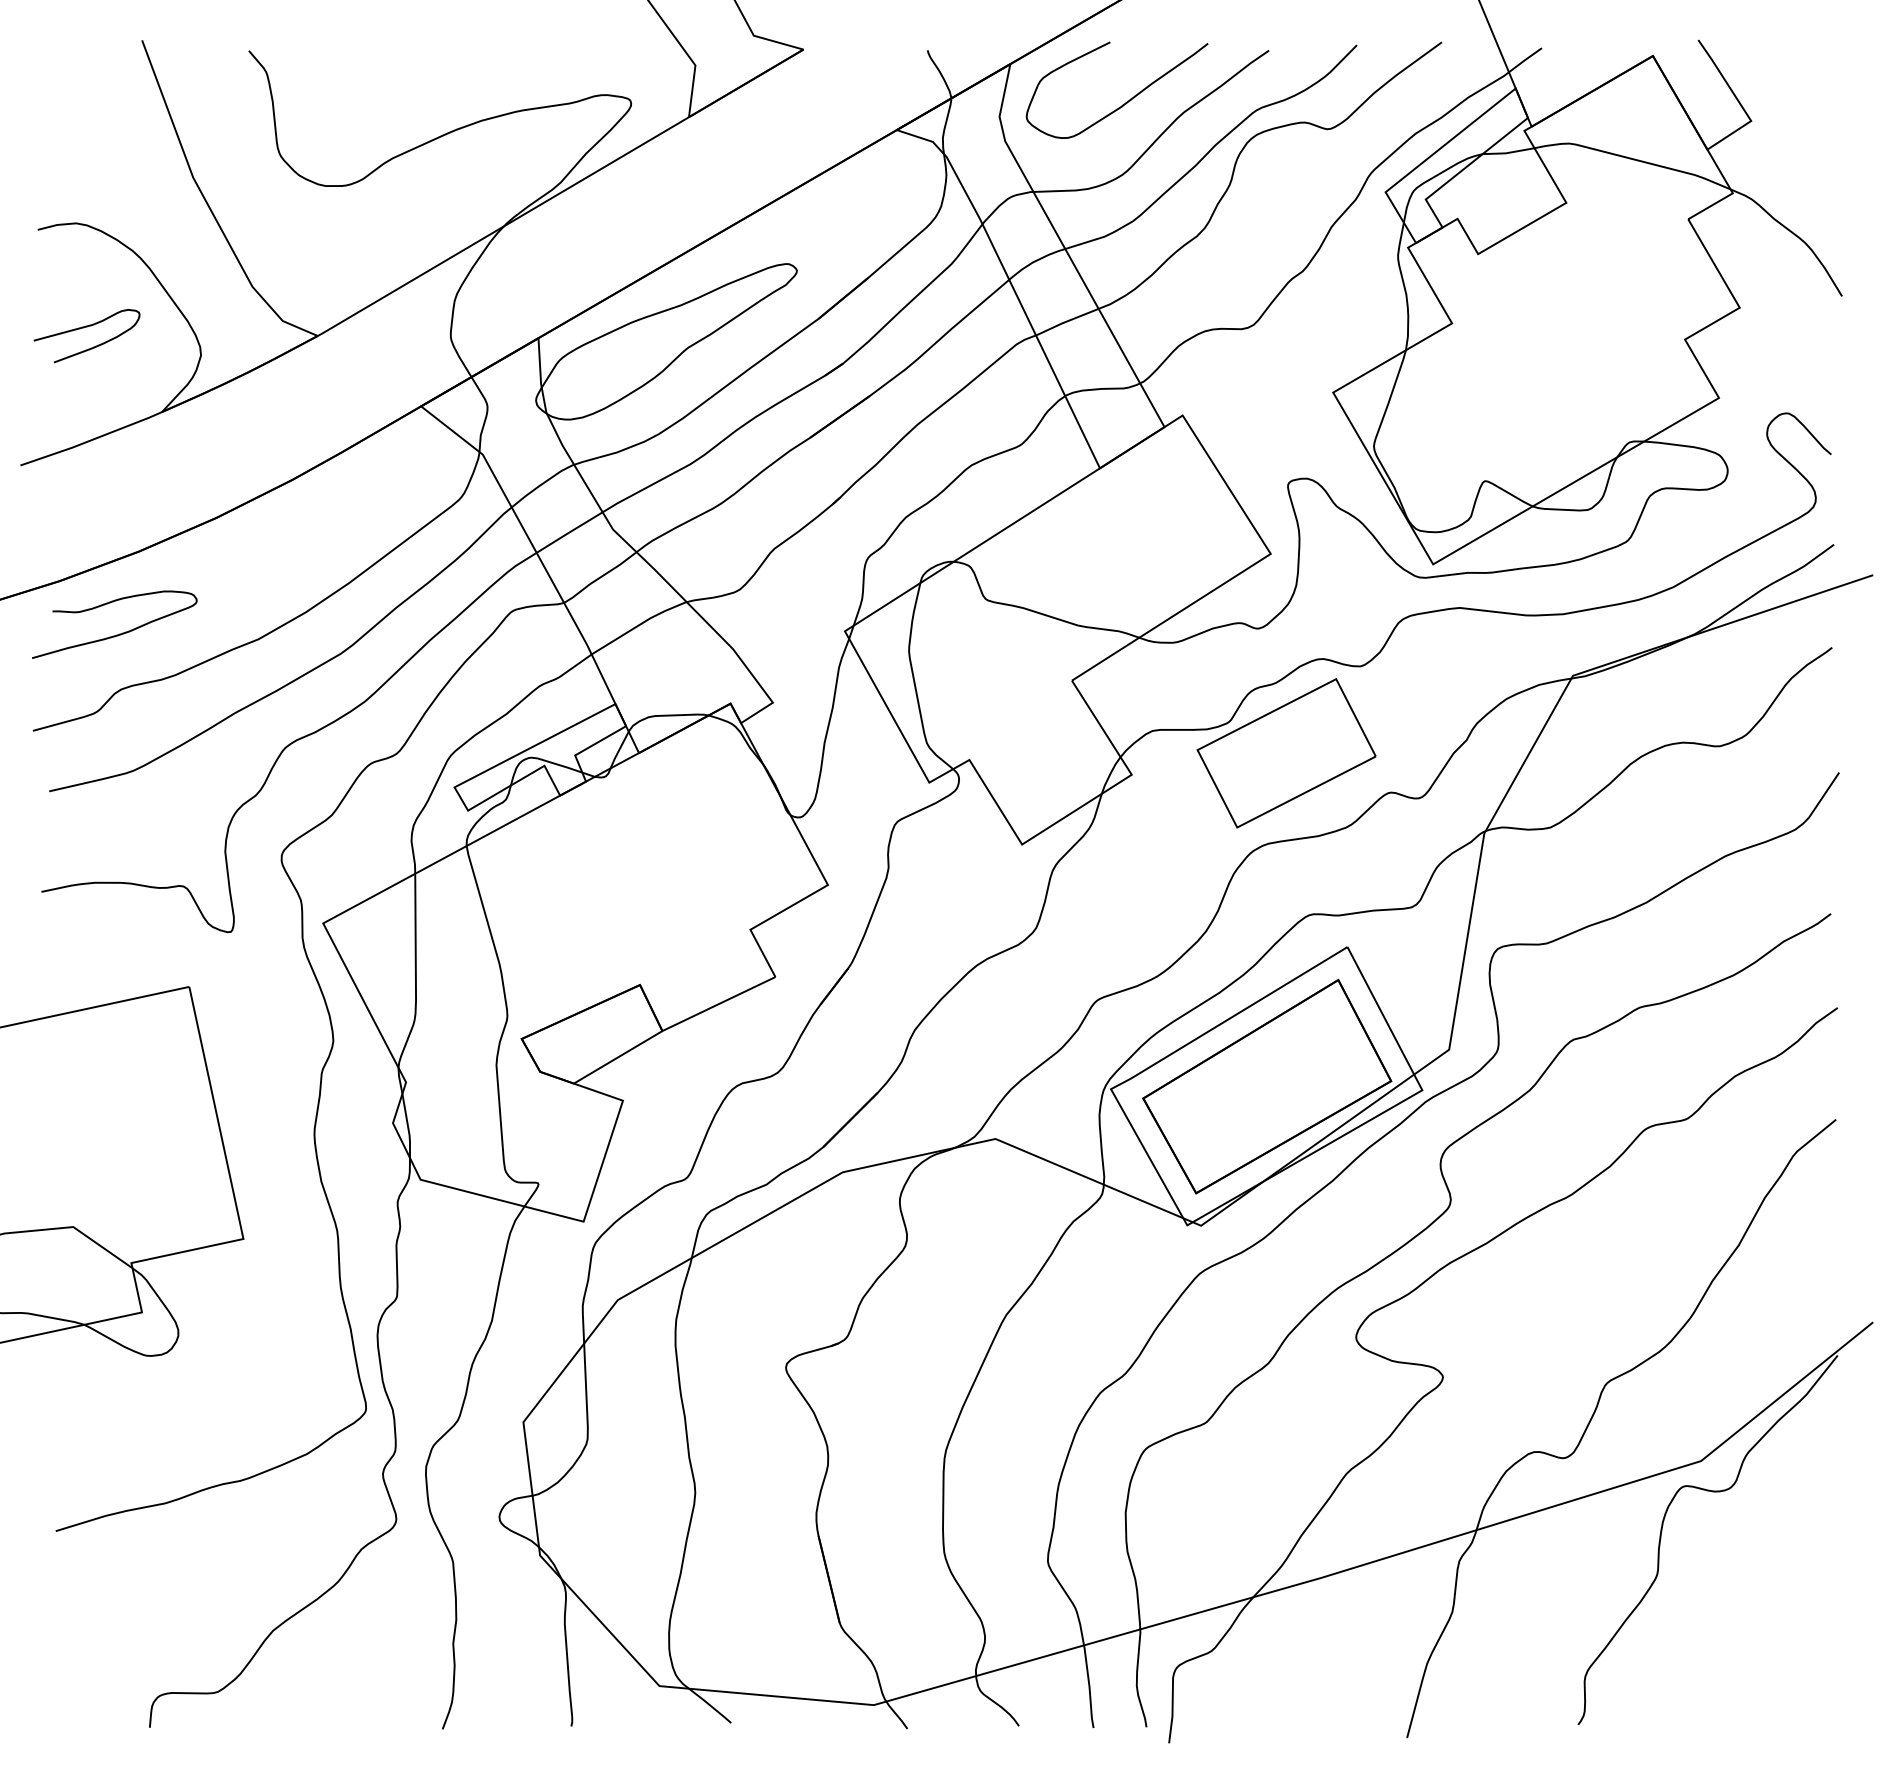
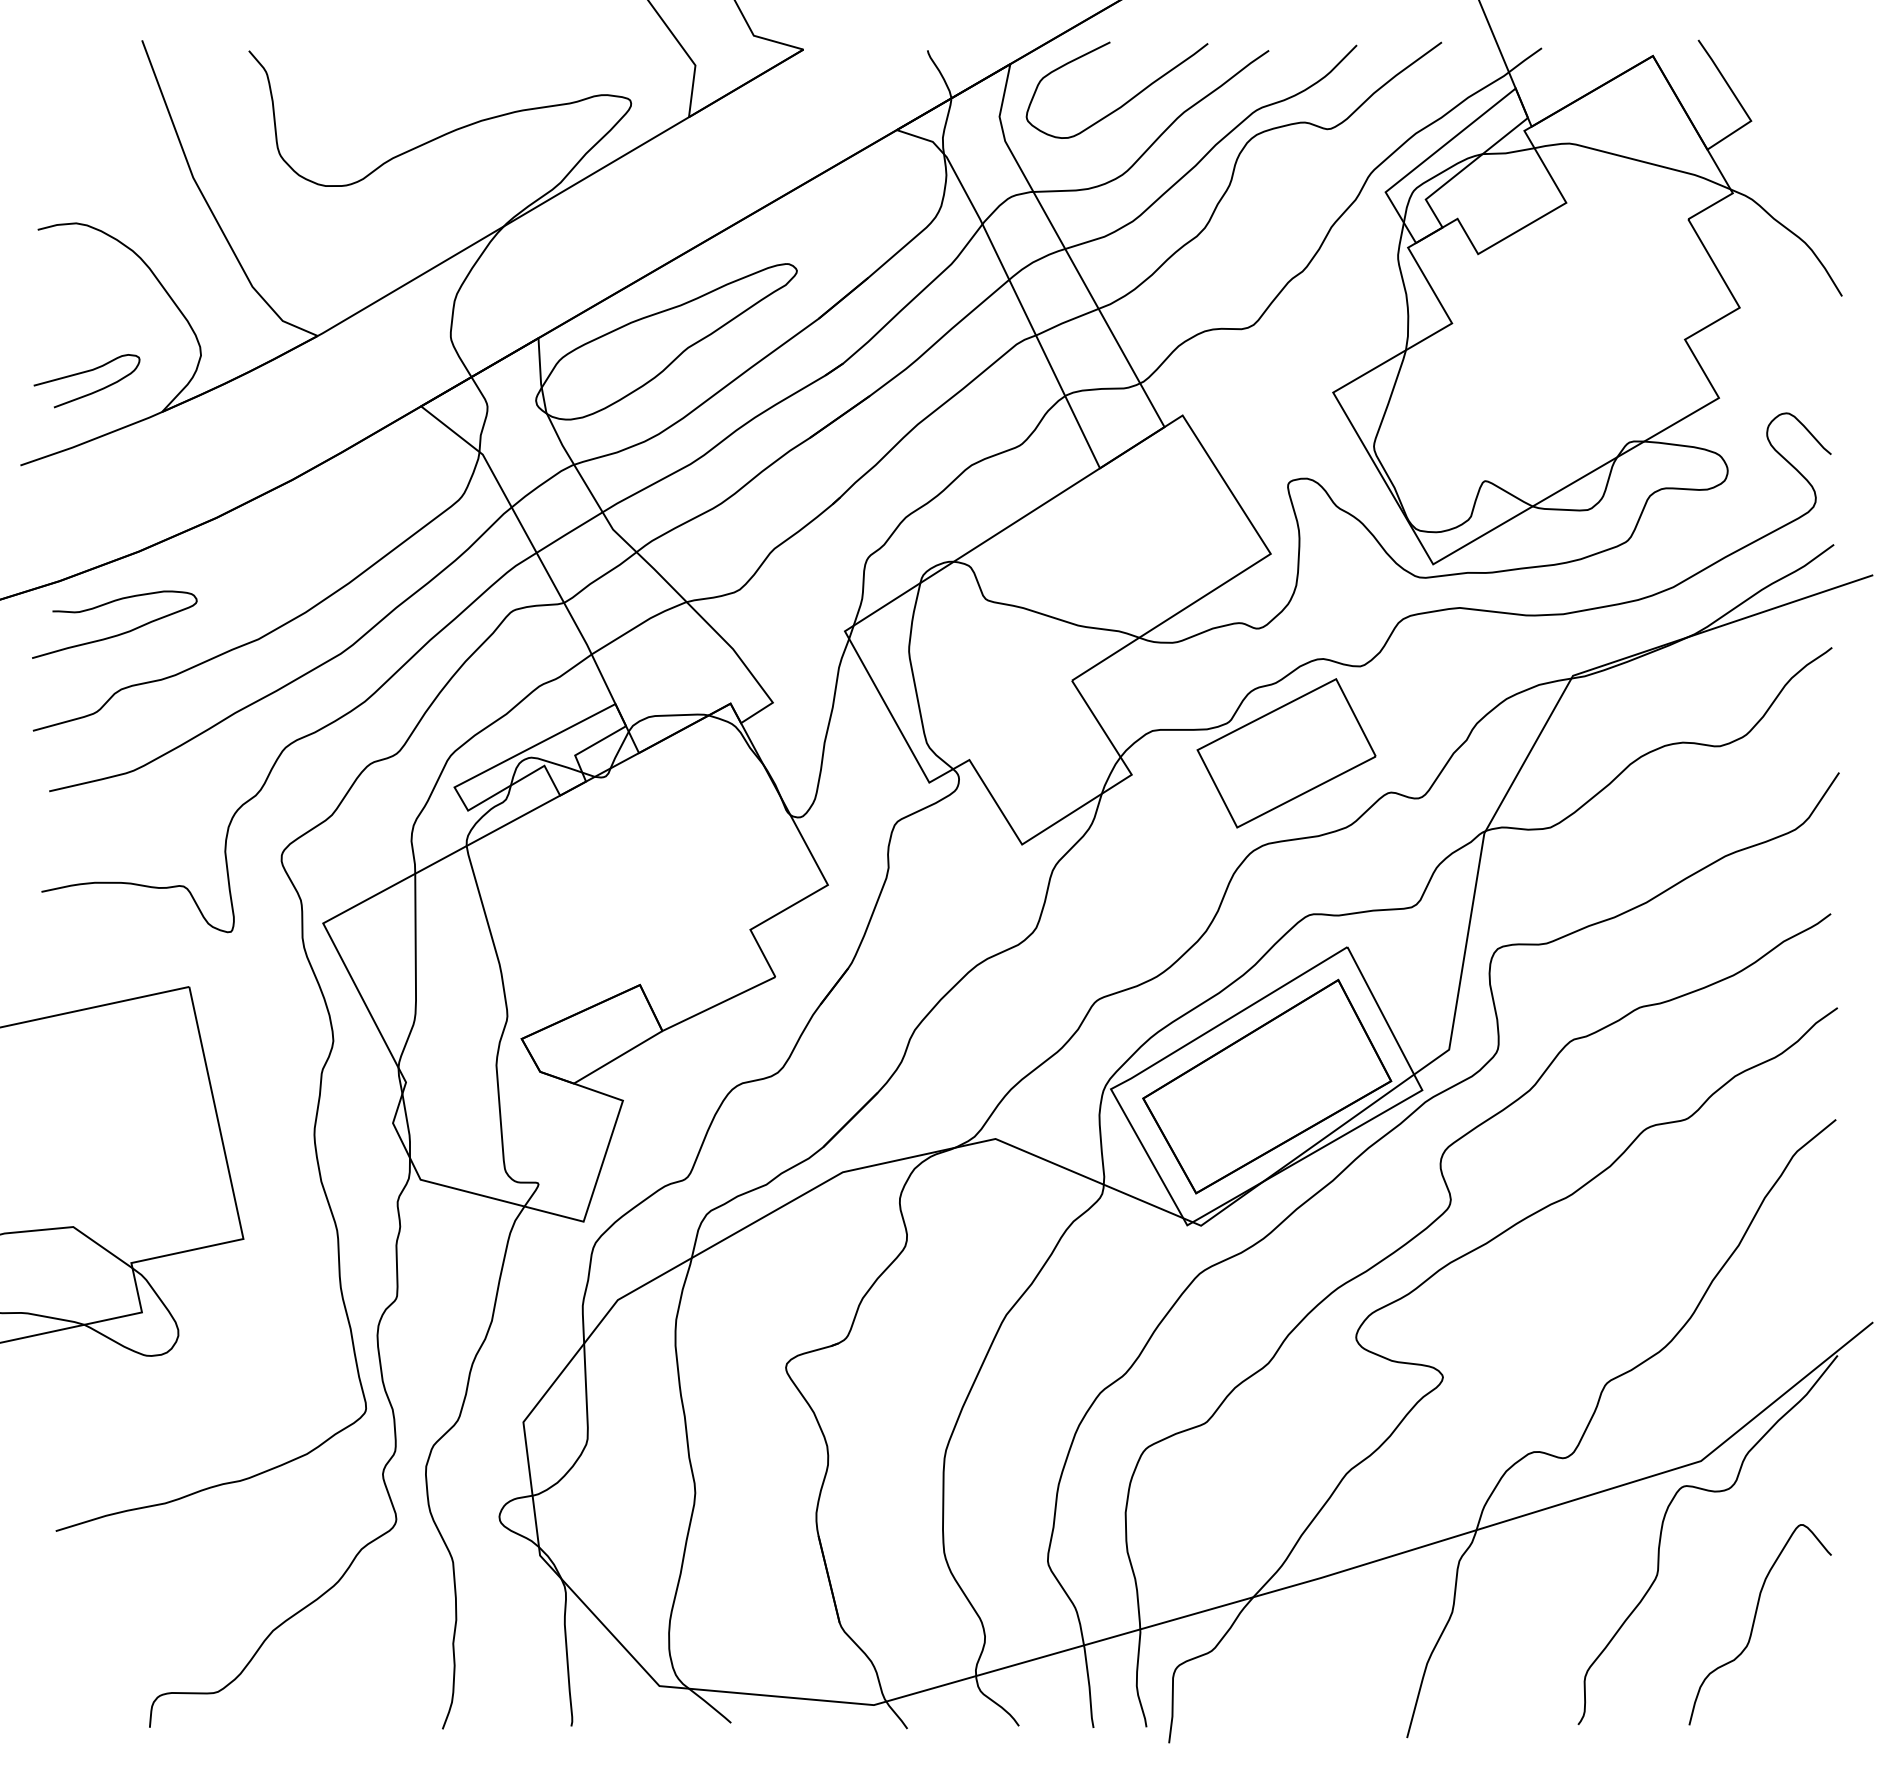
curve at (83, 328) position: (83, 328) -> (83, 373)
curve at (1754, 1624): none -> present
